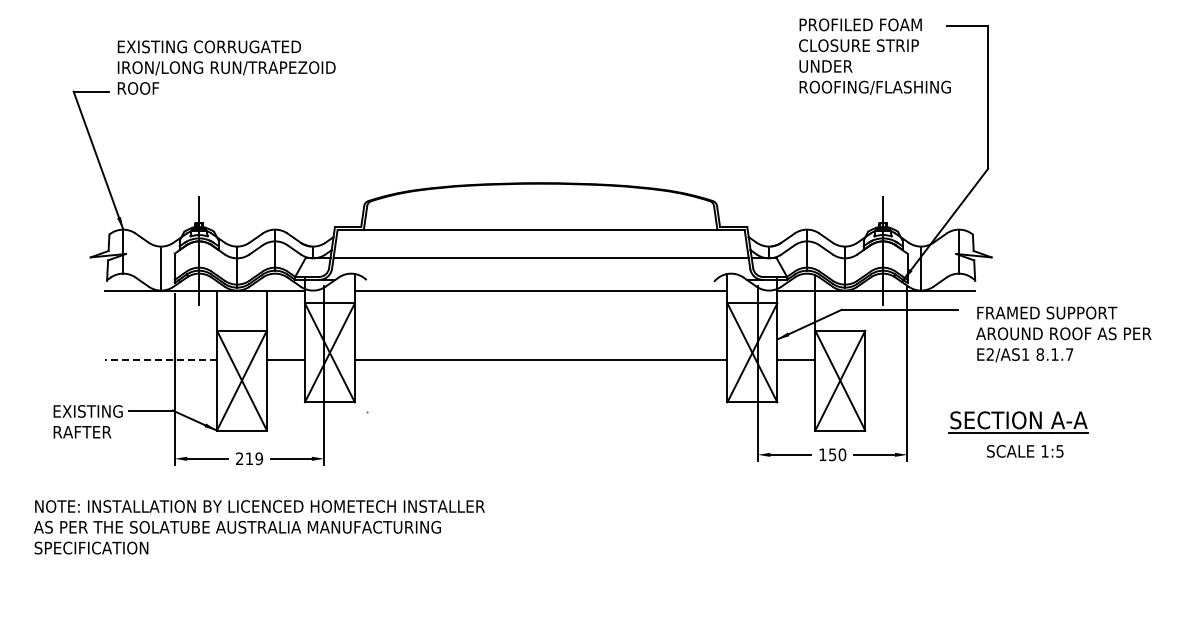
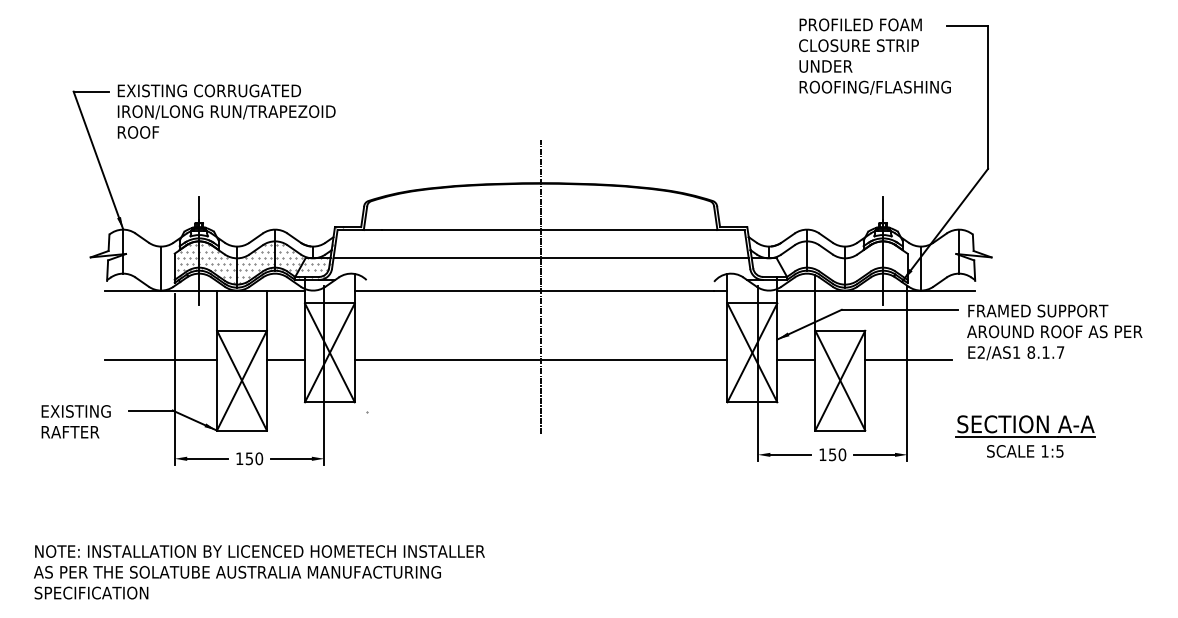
text at (226, 67) position: (226, 67) -> (226, 111)
hatch at (259, 254): none -> present
line at (541, 287): none -> present
text at (1063, 334) position: (1063, 334) -> (1054, 332)
line at (161, 359): dashed -> solid
line at (908, 359): none -> present
text at (87, 421) position: (87, 421) -> (75, 421)
part at (1018, 422) position: (1018, 422) -> (1025, 426)
text at (249, 458): 219 -> 150
text at (259, 527) position: (259, 527) -> (259, 572)
